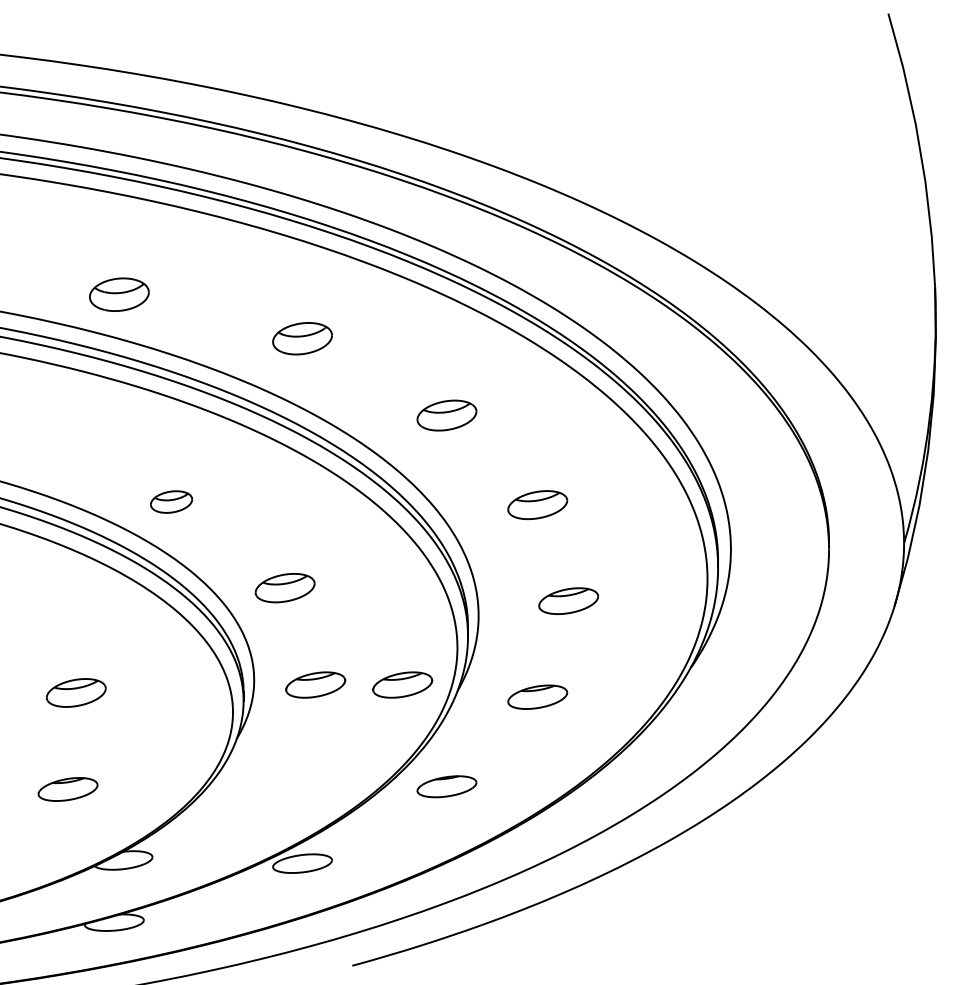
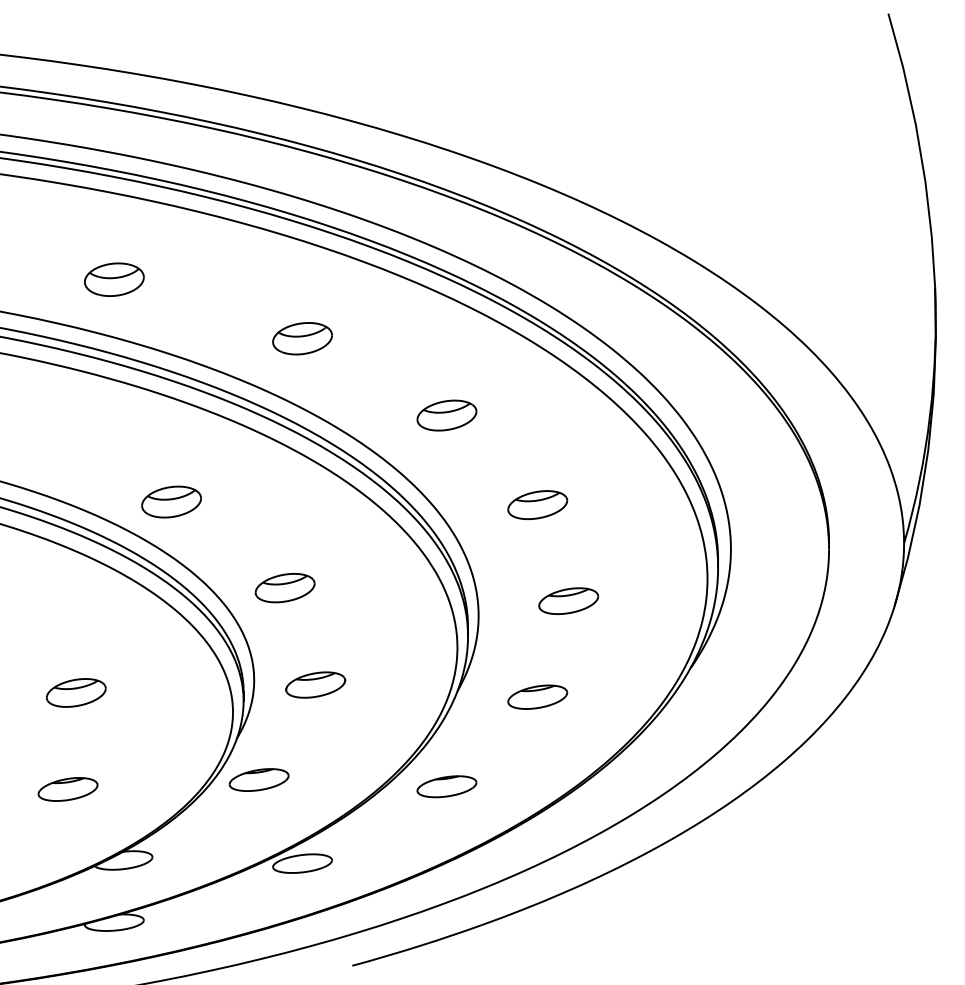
part at (119, 294) position: (119, 294) -> (114, 279)
part at (171, 501) size: 44x24 px -> 61x34 px
part at (402, 684): present -> none
part at (258, 779): none -> present
